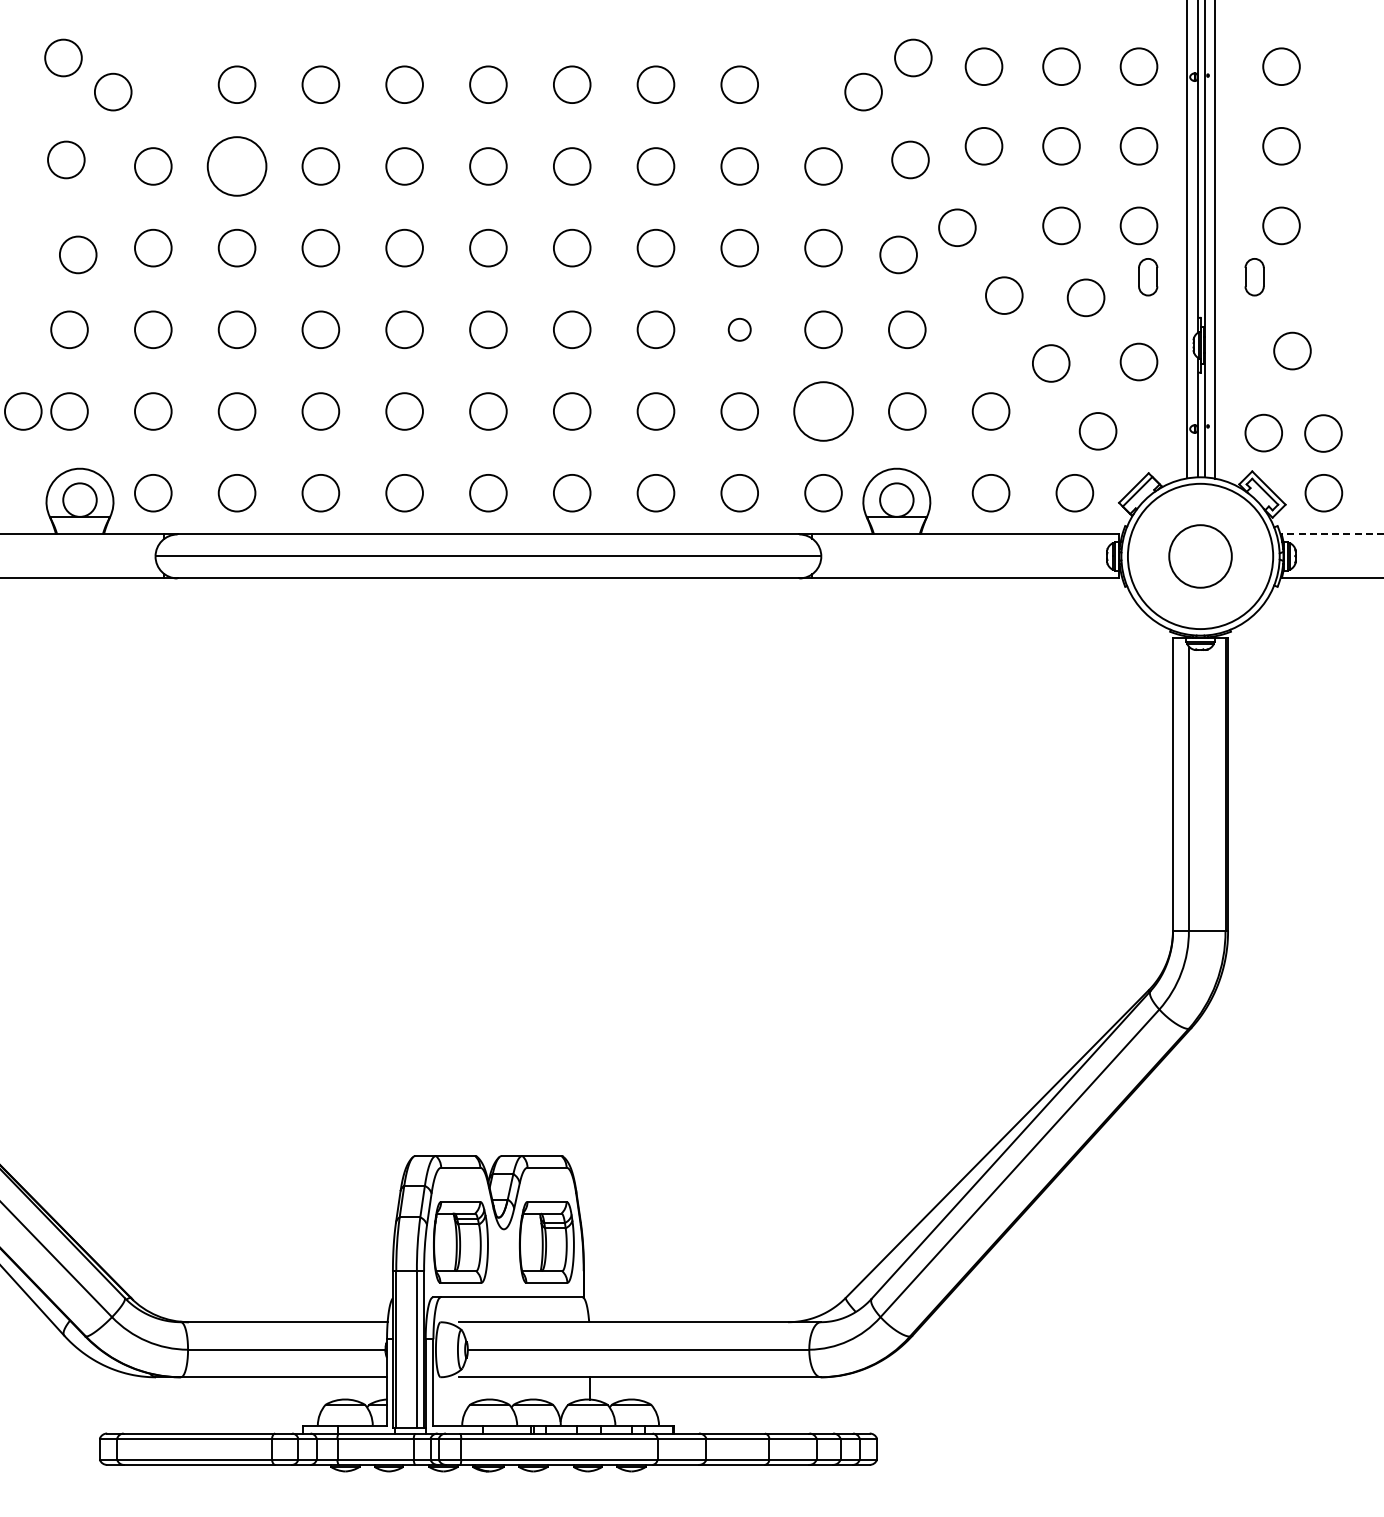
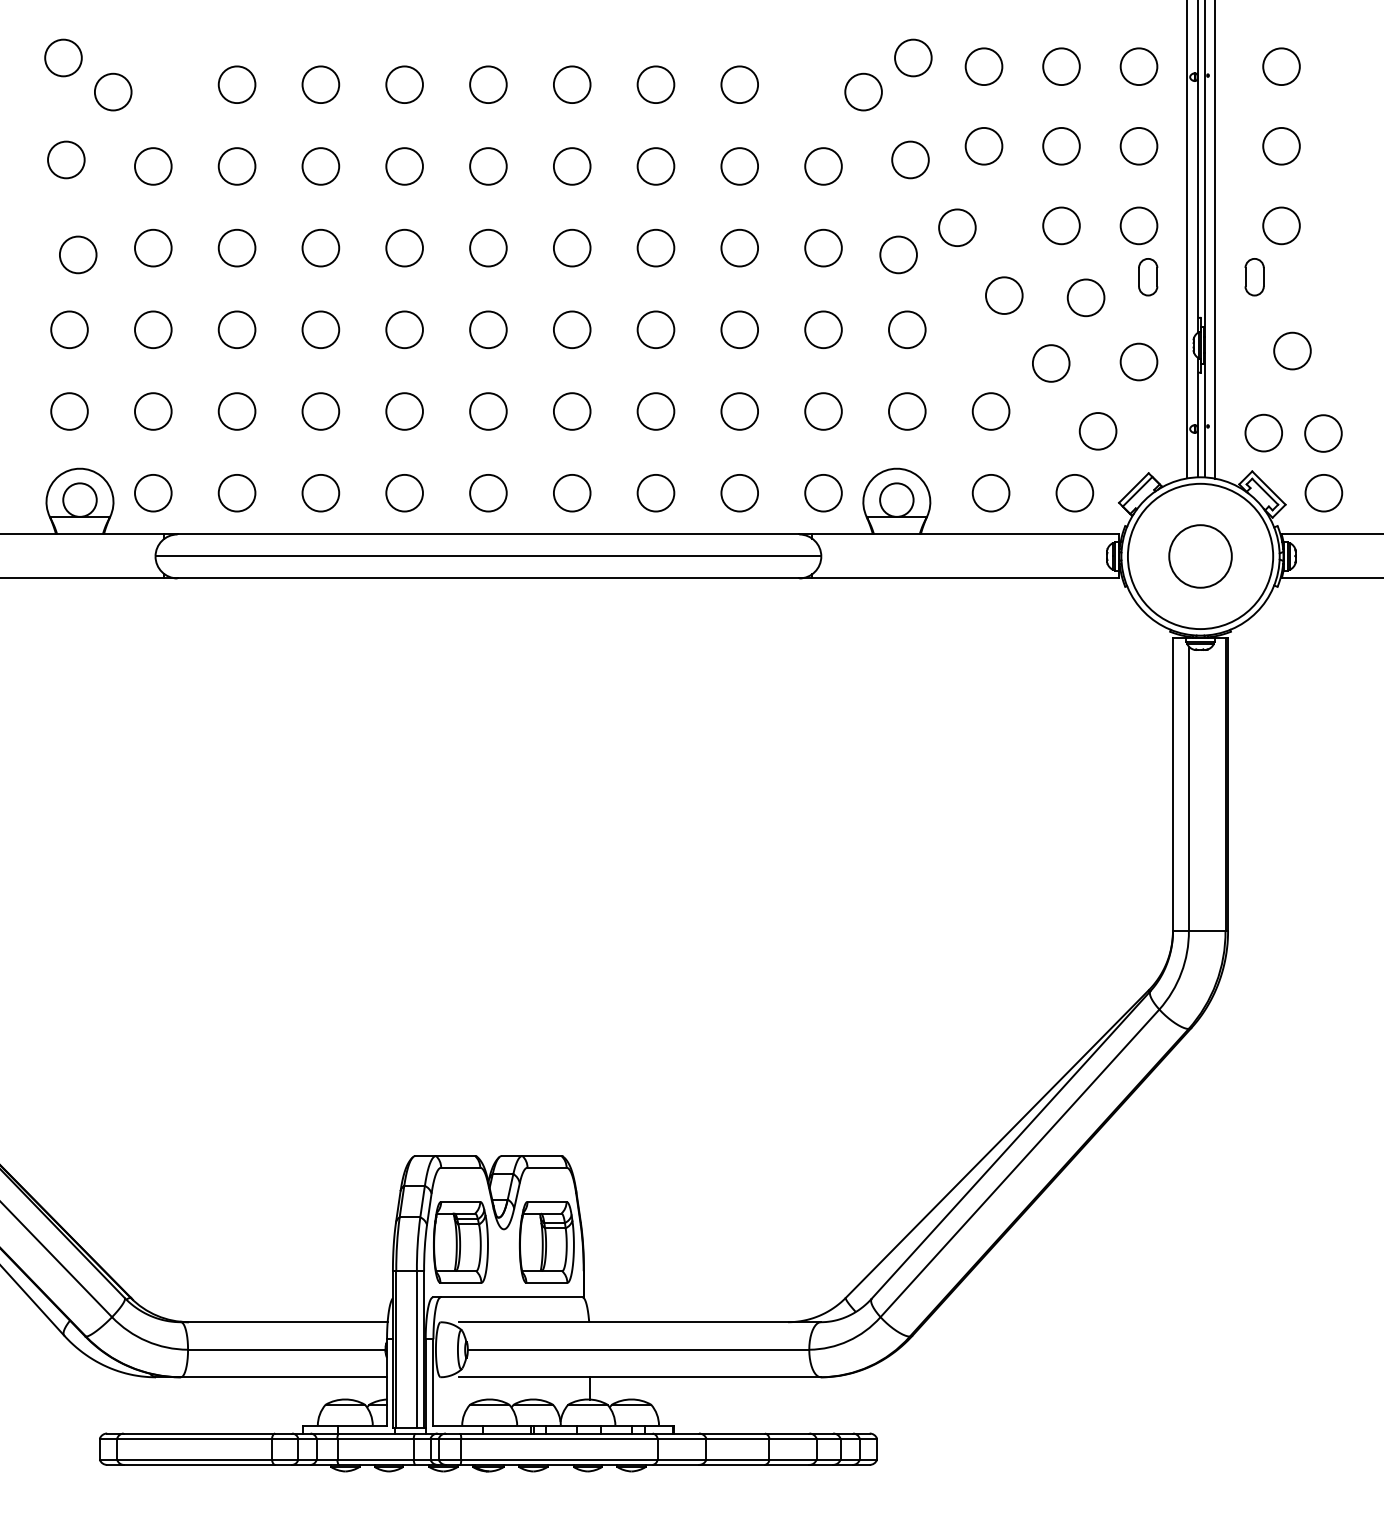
circle at (236, 166) diameter: 59 px -> 37 px
circle at (739, 329) diameter: 22 px -> 37 px
circle at (23, 411): present -> none
circle at (823, 411) diameter: 59 px -> 37 px
line at (1332, 534): dashed -> solid
